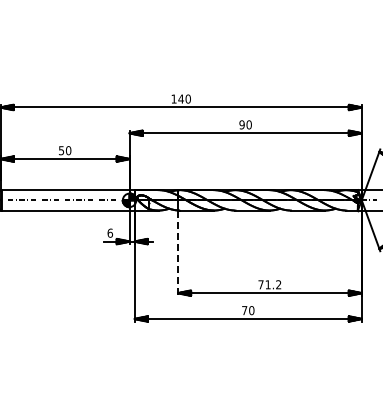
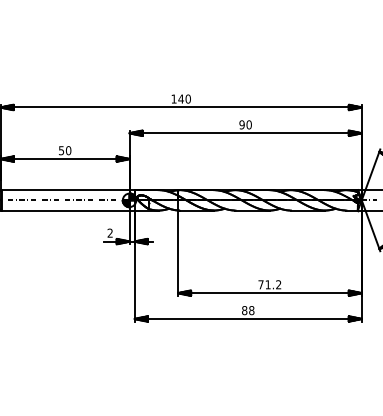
text at (109, 232): 6 -> 2
line at (178, 253): dashed -> solid
text at (248, 310): 70 -> 88
